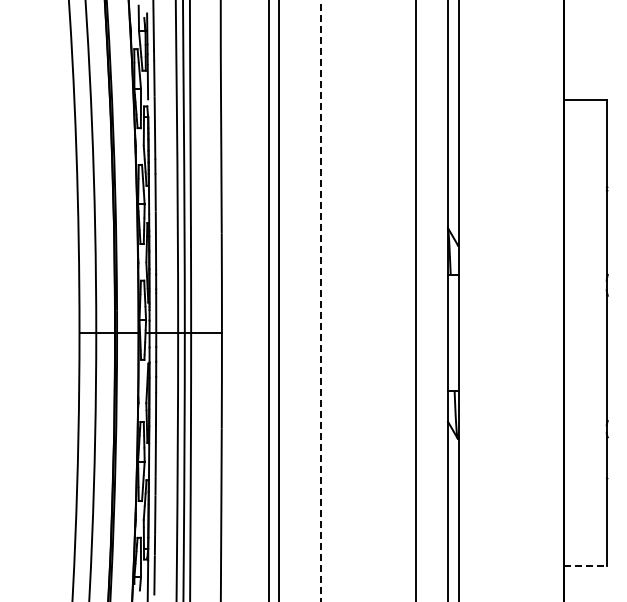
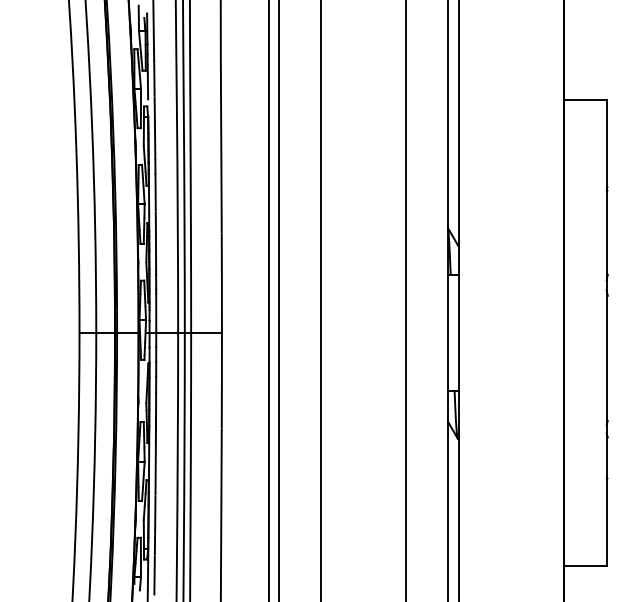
line at (321, 300): dashed -> solid
line at (415, 300) position: (415, 300) -> (405, 300)
line at (586, 565): dashed -> solid
